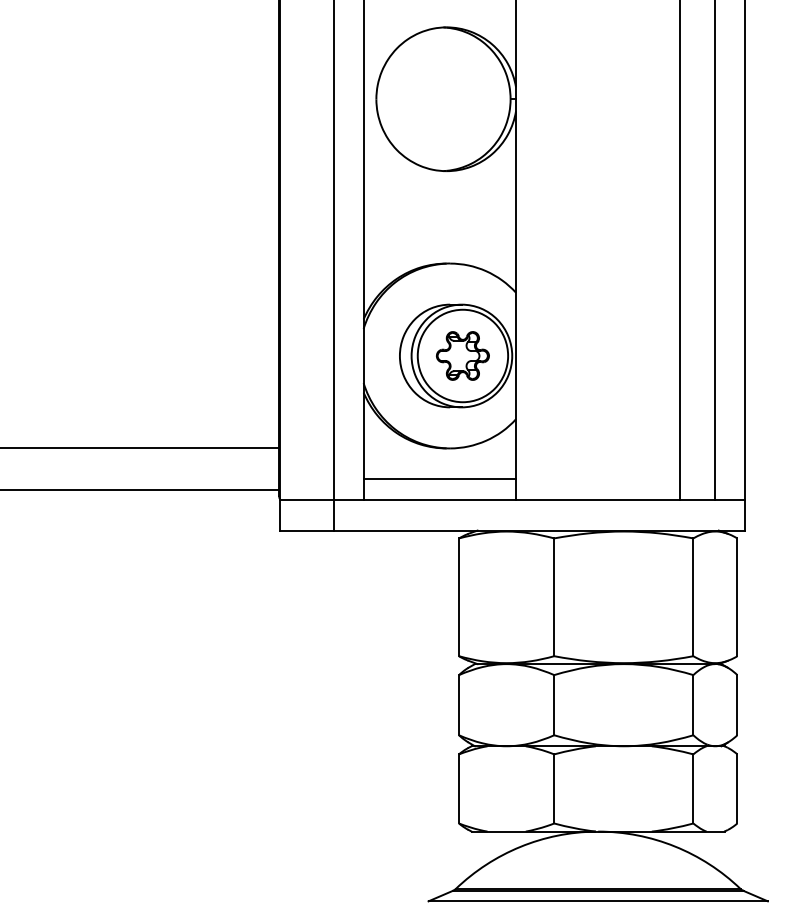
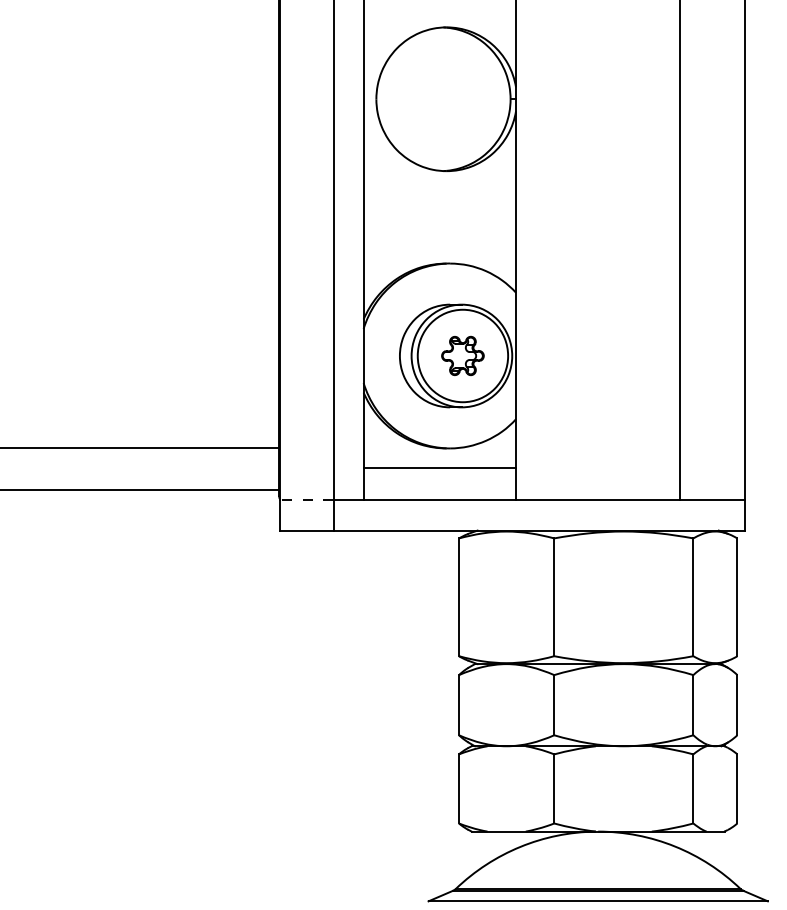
line at (715, 250): present -> none
part at (462, 355) size: 54x50 px -> 44x42 px
line at (439, 479) position: (439, 479) -> (439, 468)
line at (306, 499): solid -> dashed
